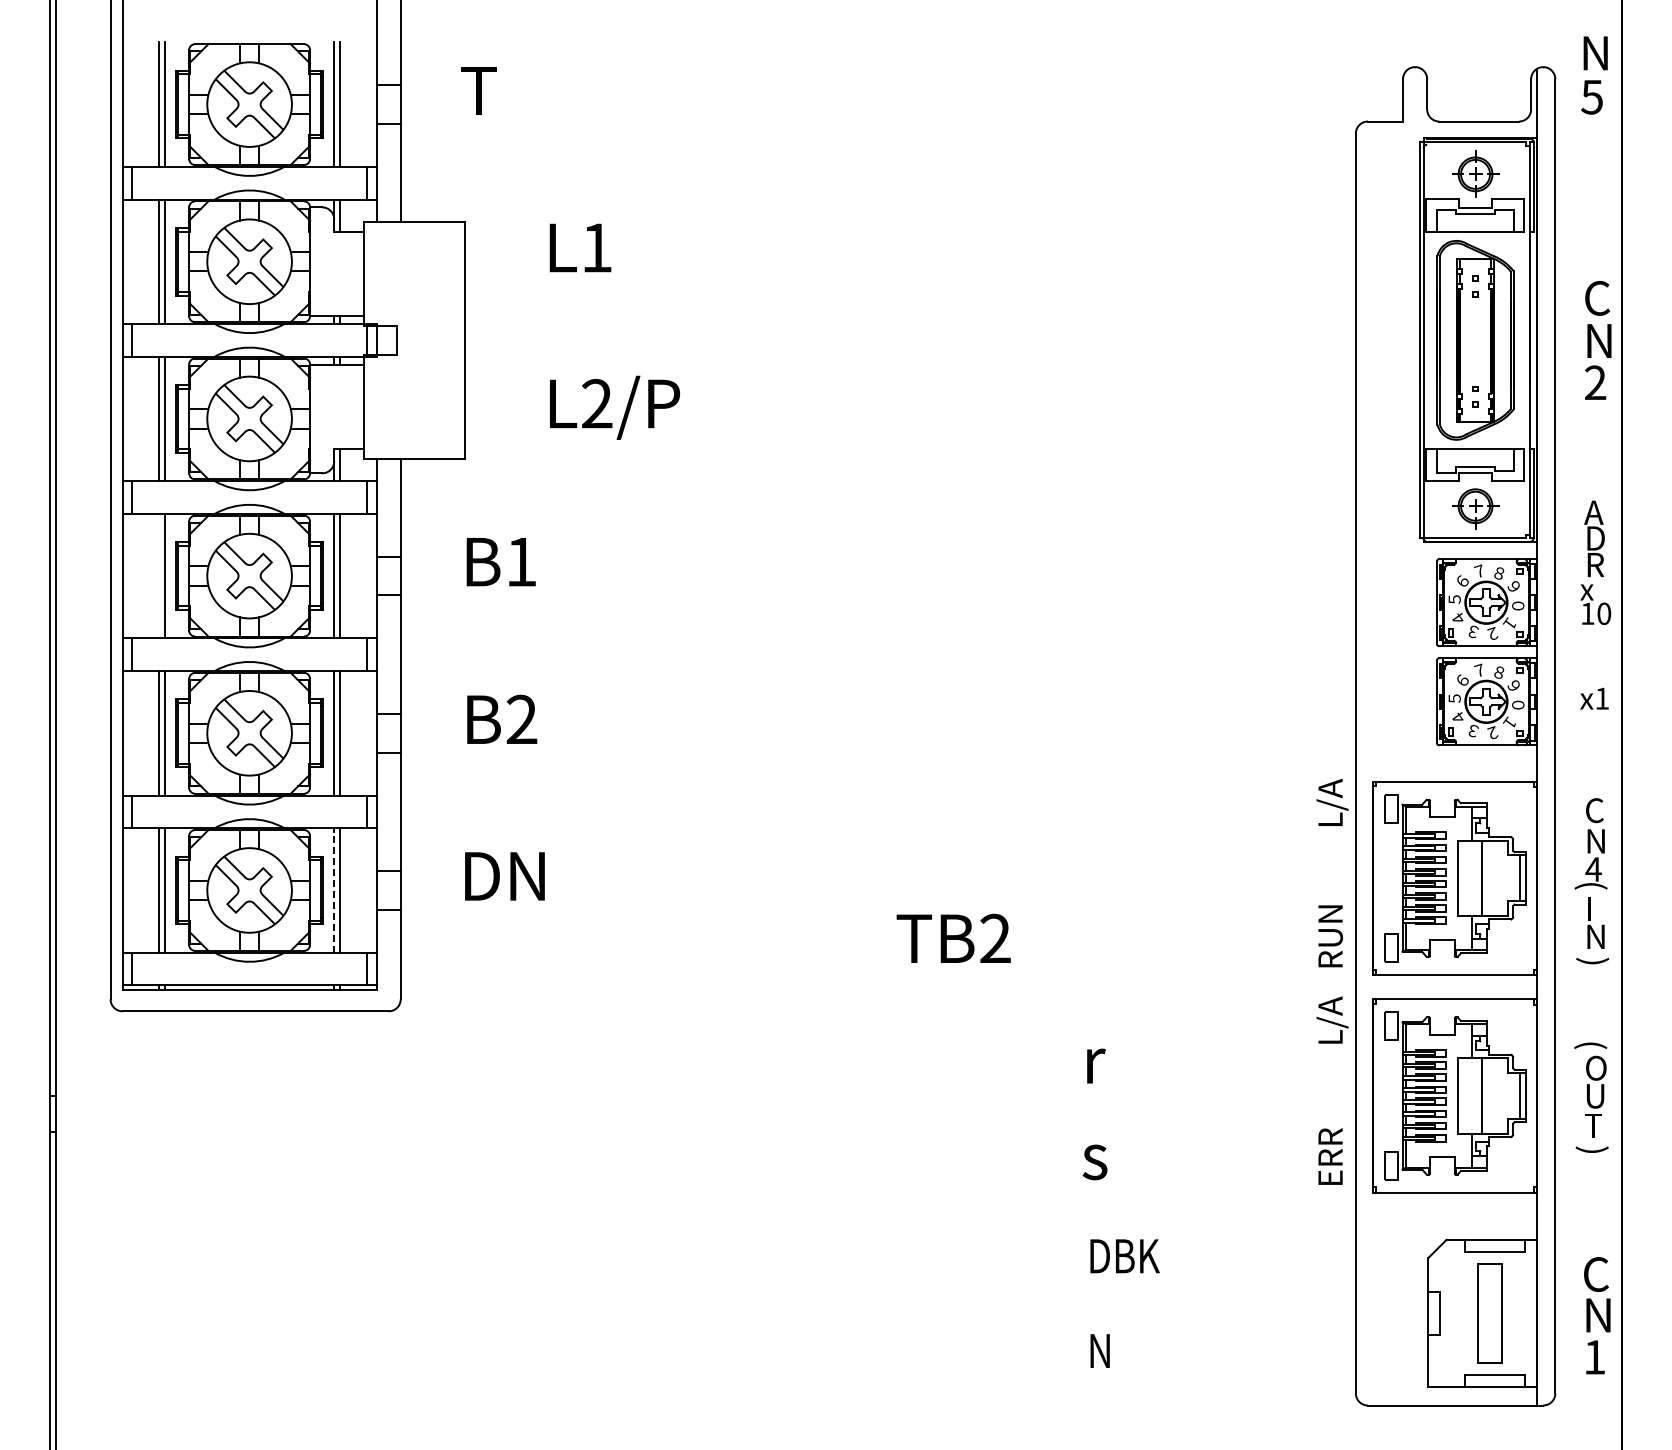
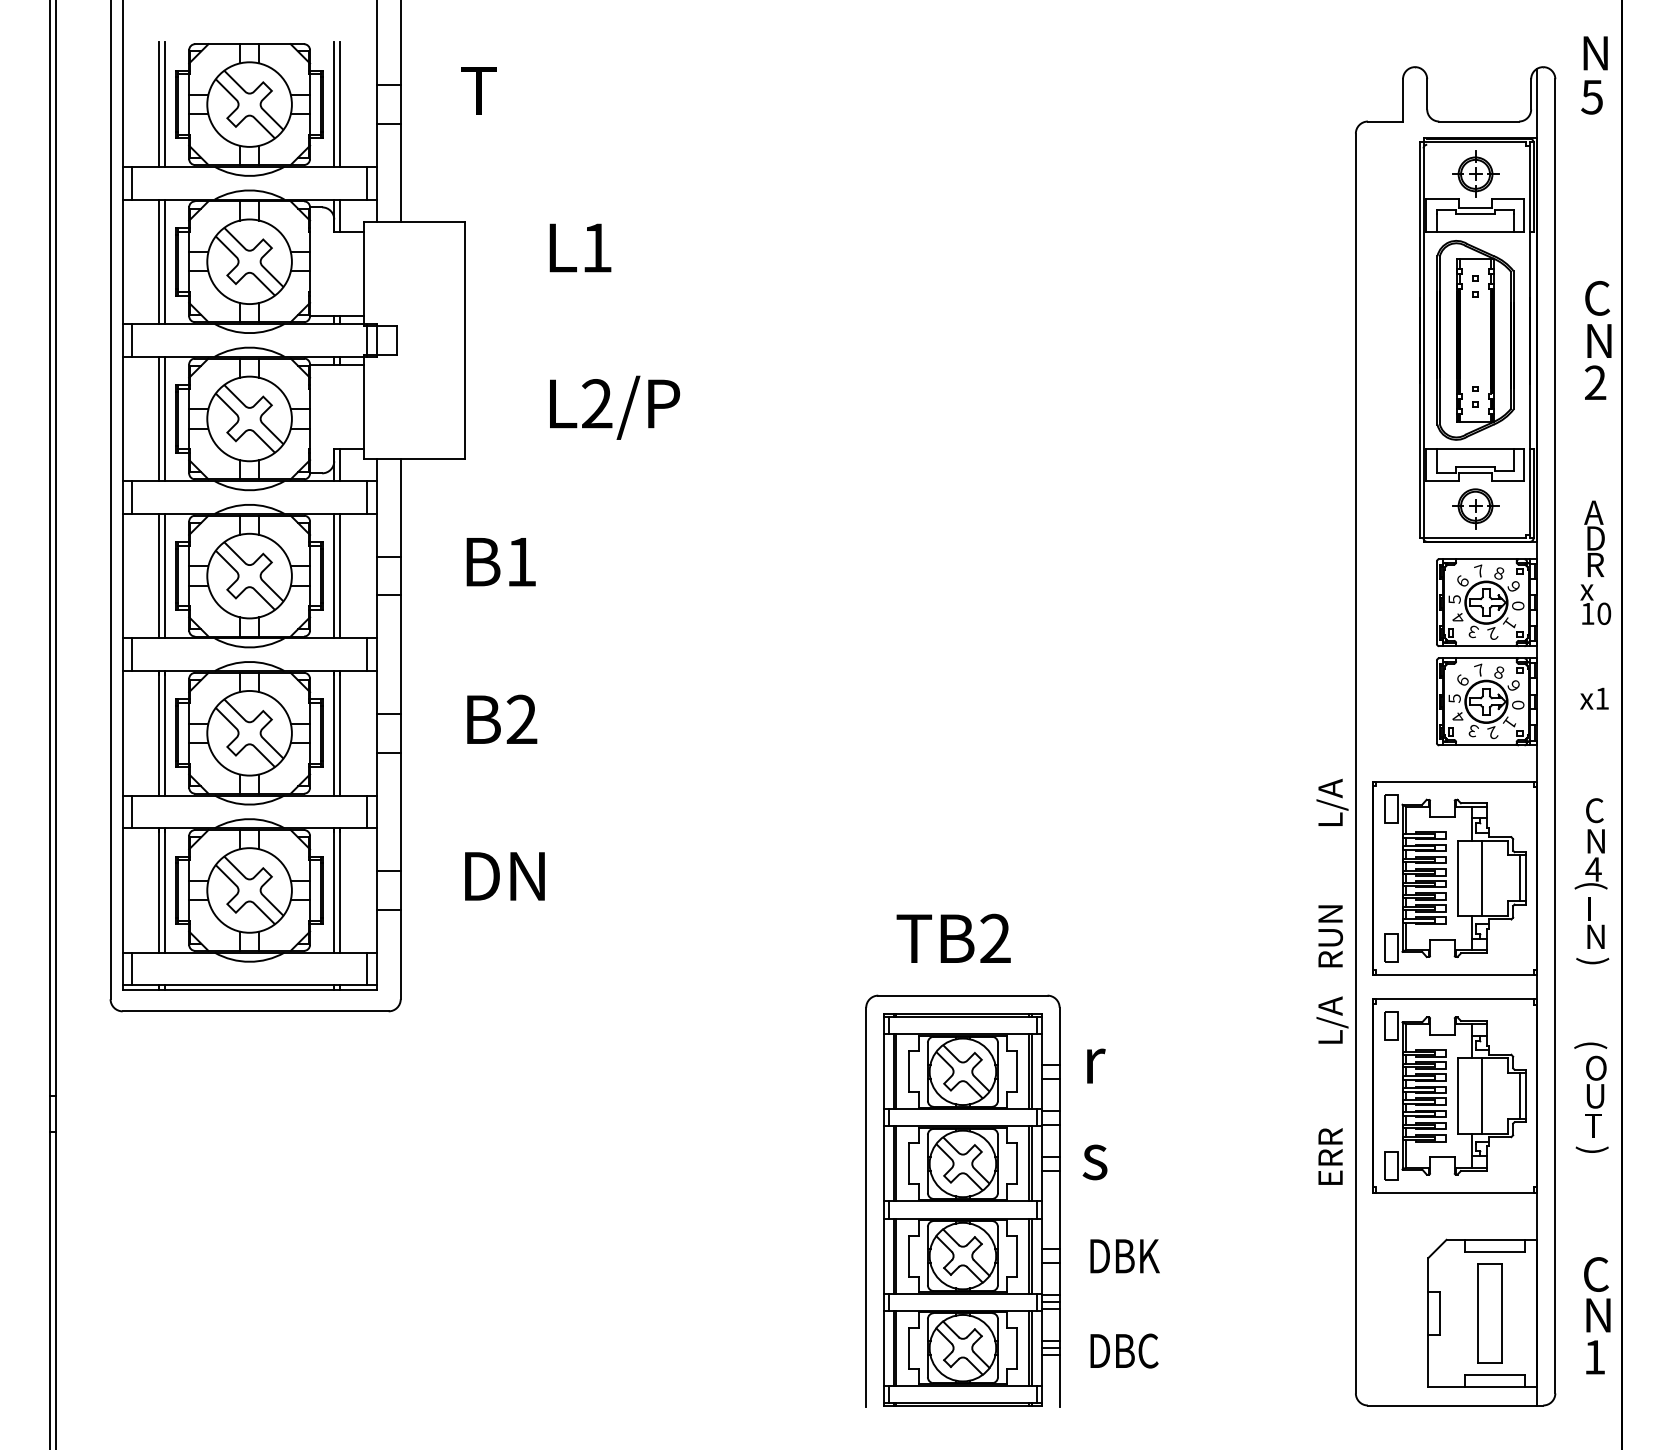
line at (158, 575): none -> present
line at (334, 889): dashed -> solid
part at (962, 1200): none -> present
text at (1125, 1350): N -> DBC
